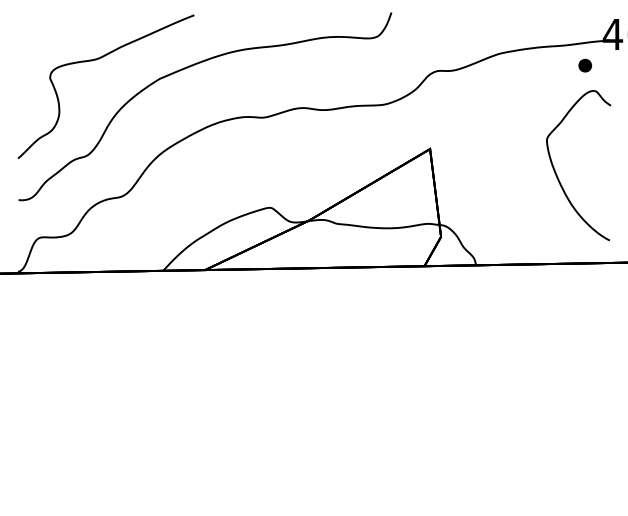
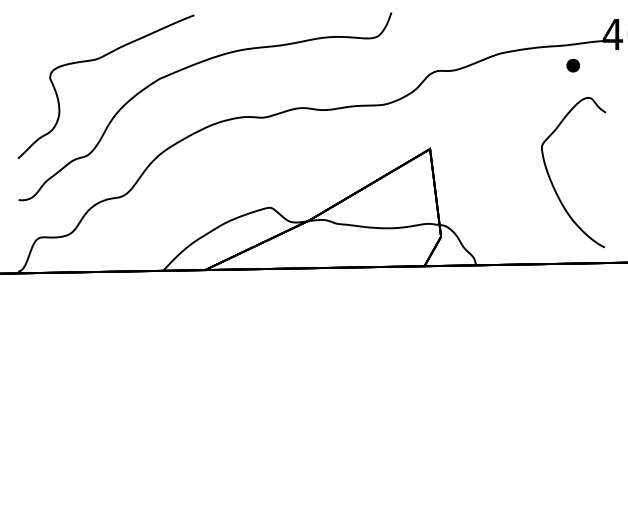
part at (584, 65) position: (584, 65) -> (572, 65)
part at (557, 174) position: (557, 174) -> (552, 181)
